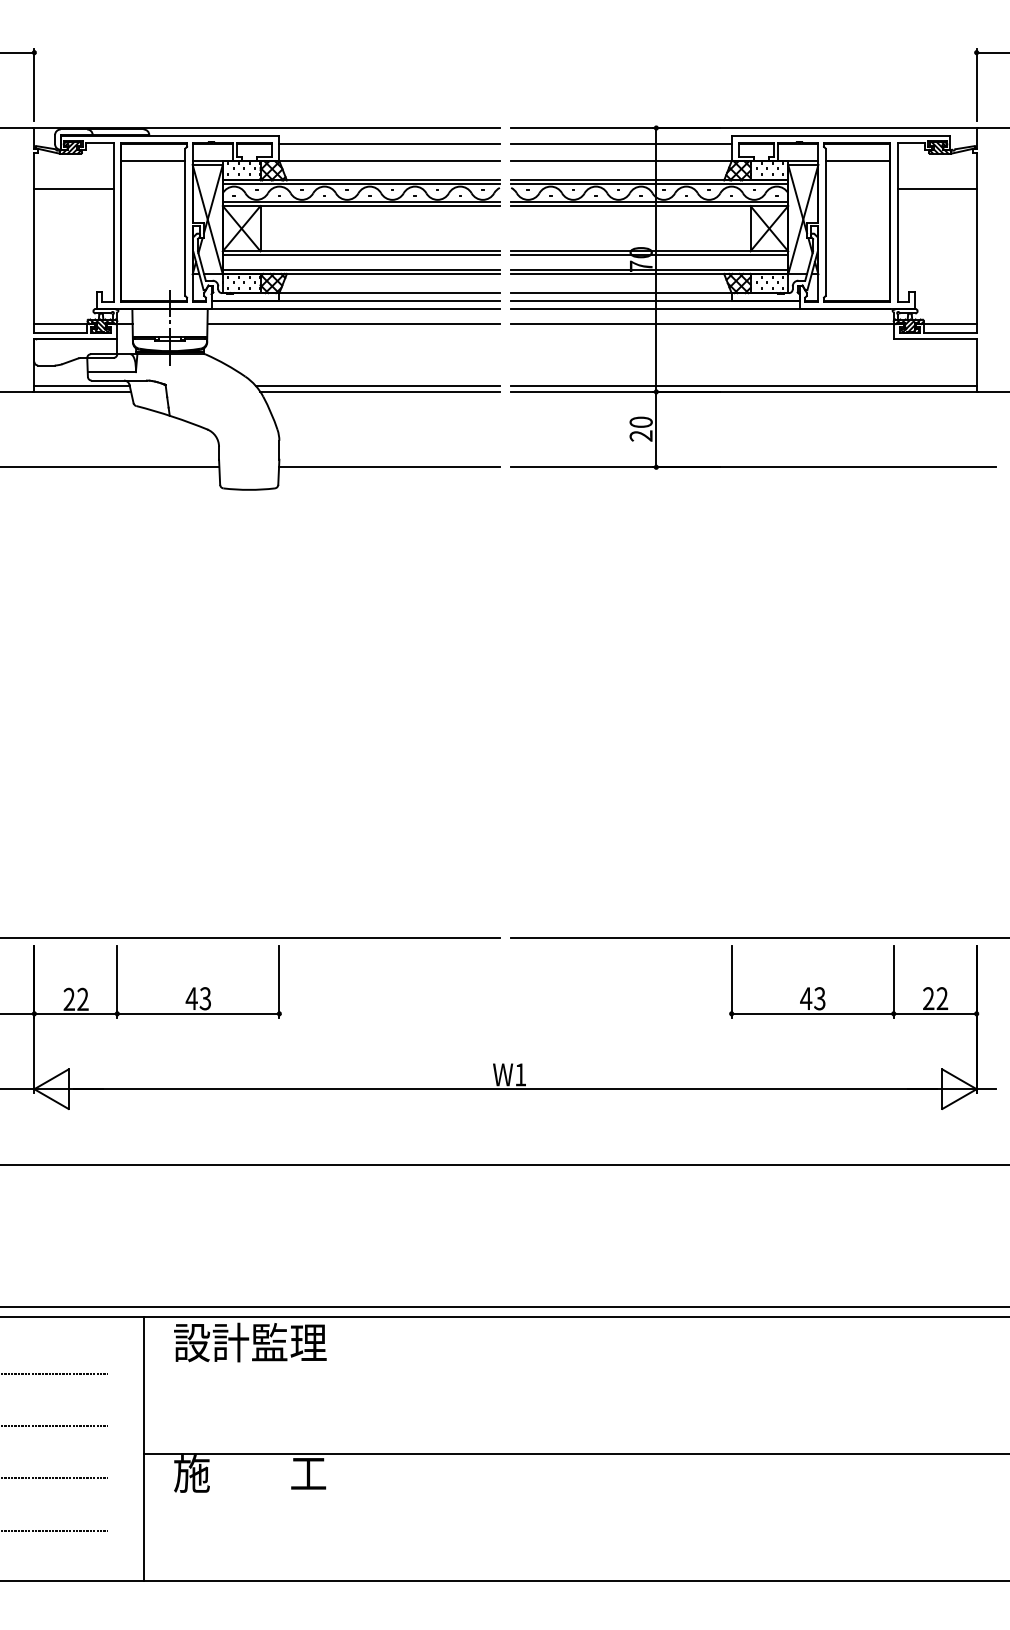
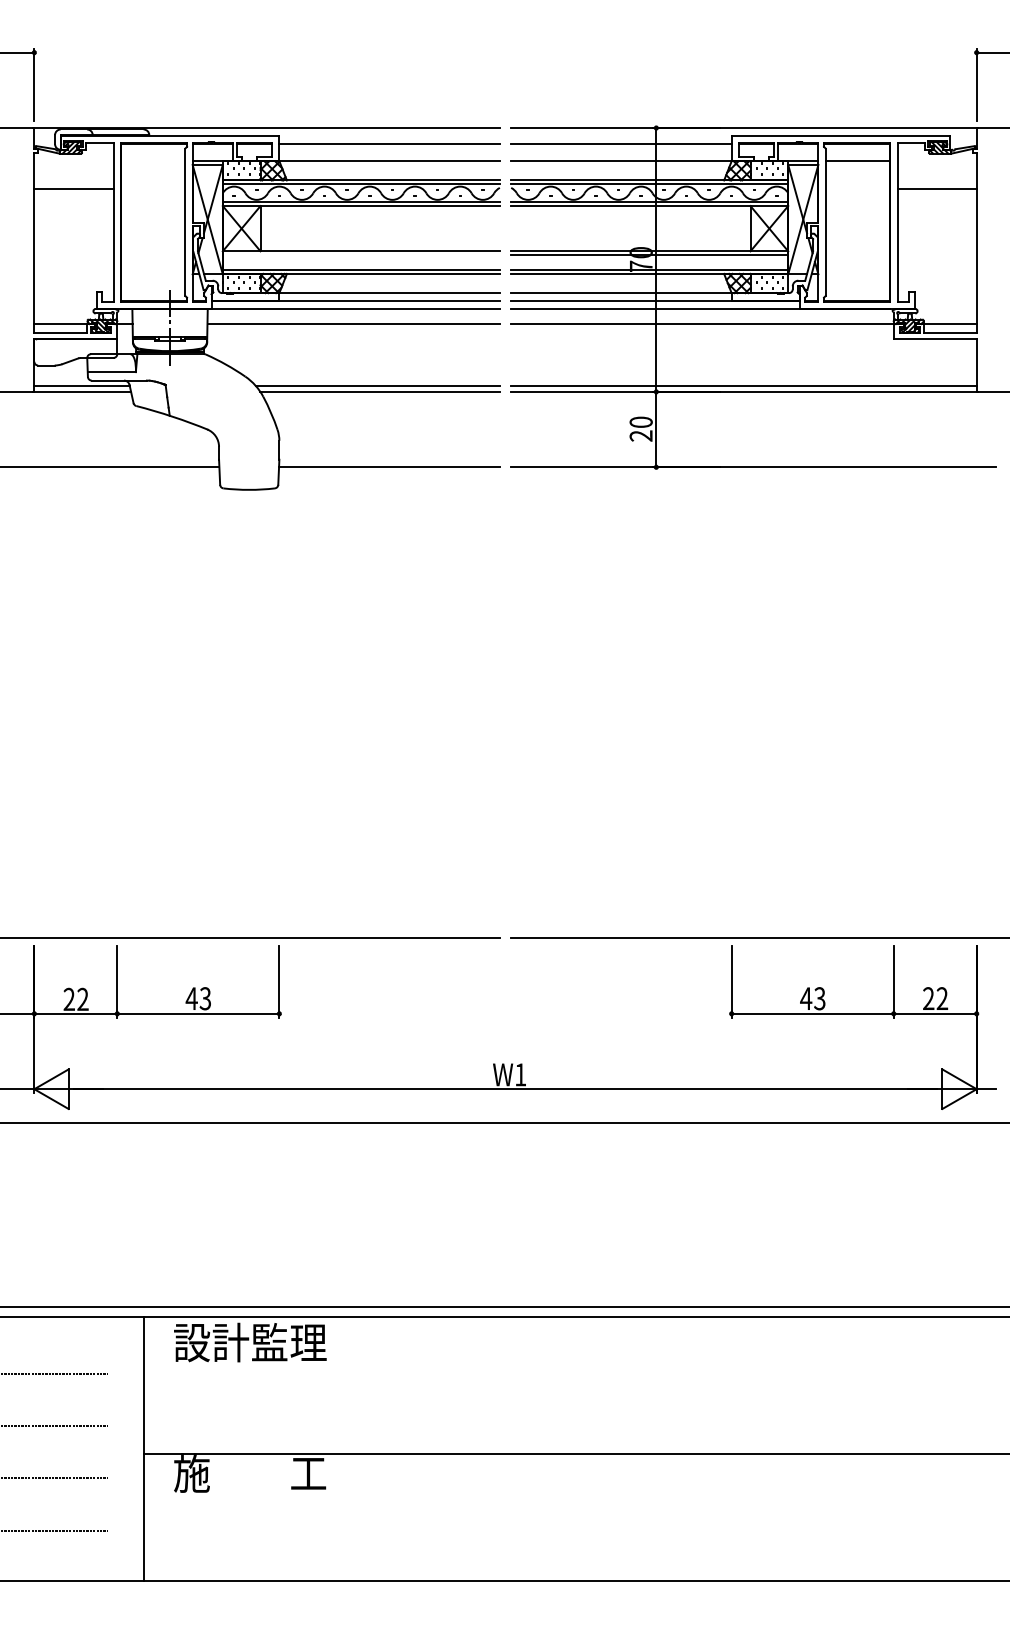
line at (152, 161): present -> none
line at (360, 255): present -> none
line at (504, 1164) position: (504, 1164) -> (504, 1122)
